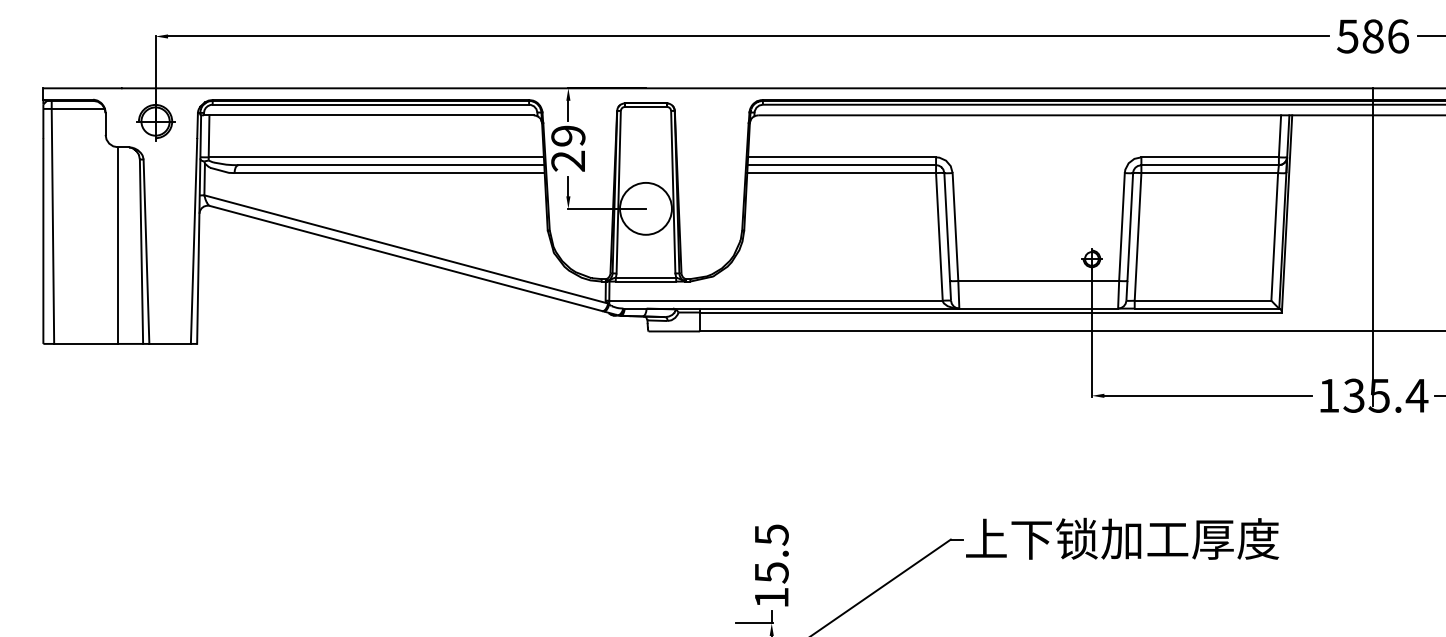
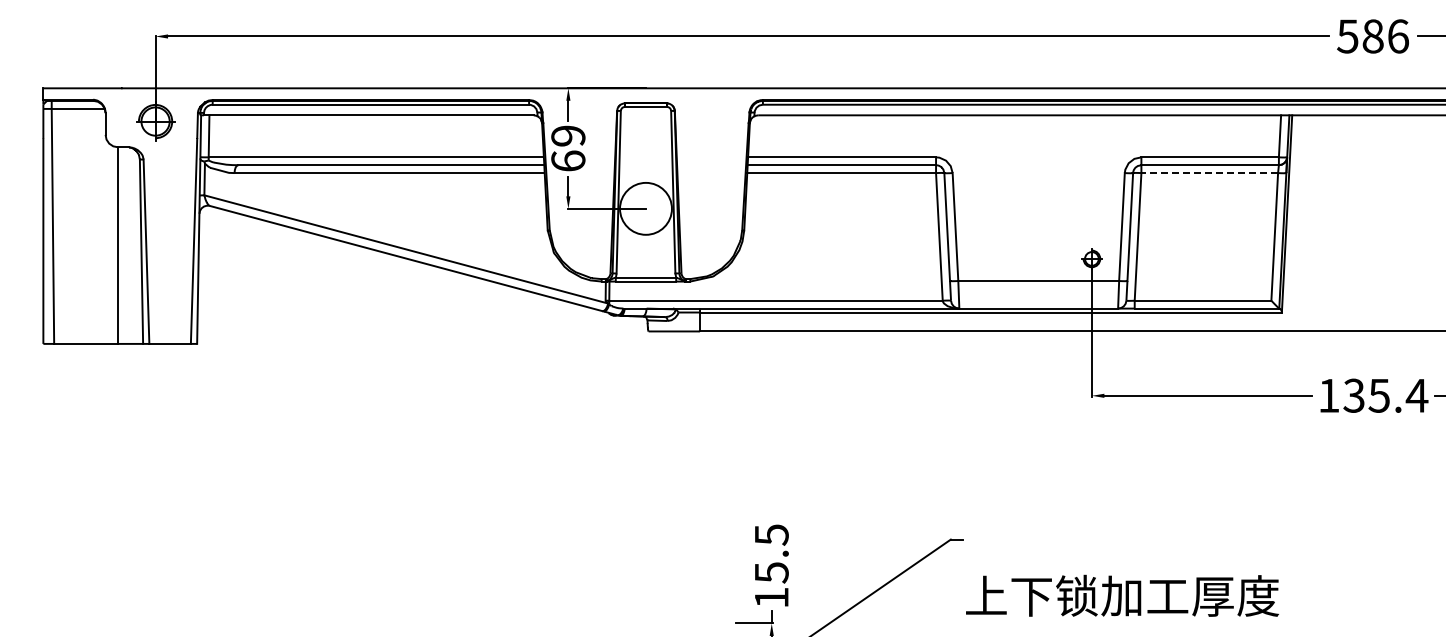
text at (568, 160): 29 -> 69
line at (1209, 173): solid -> dashed
line at (1373, 247): present -> none
text at (1122, 538) position: (1122, 538) -> (1122, 595)
